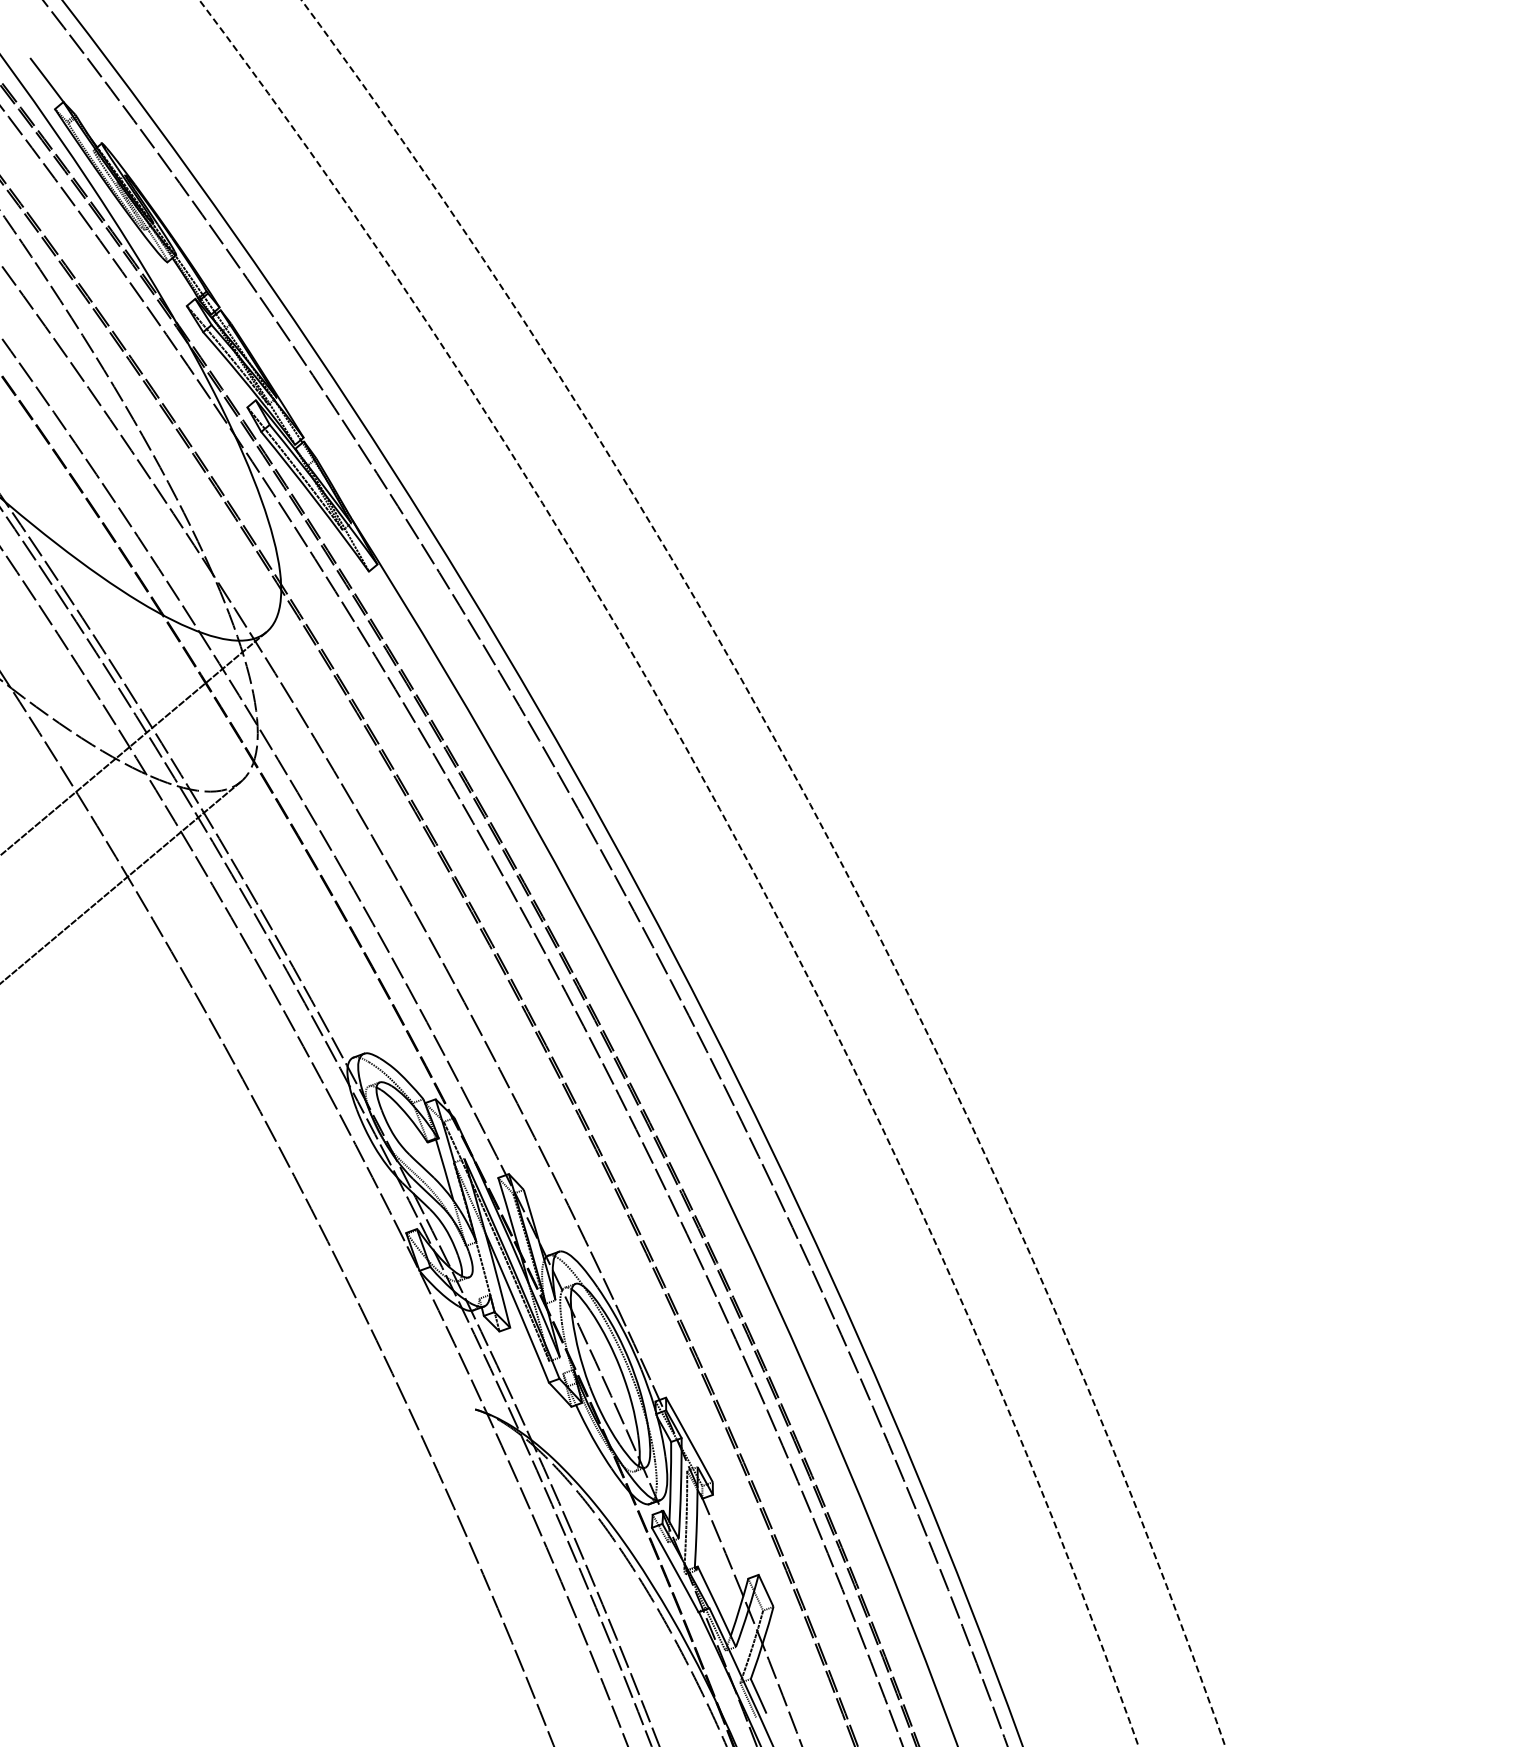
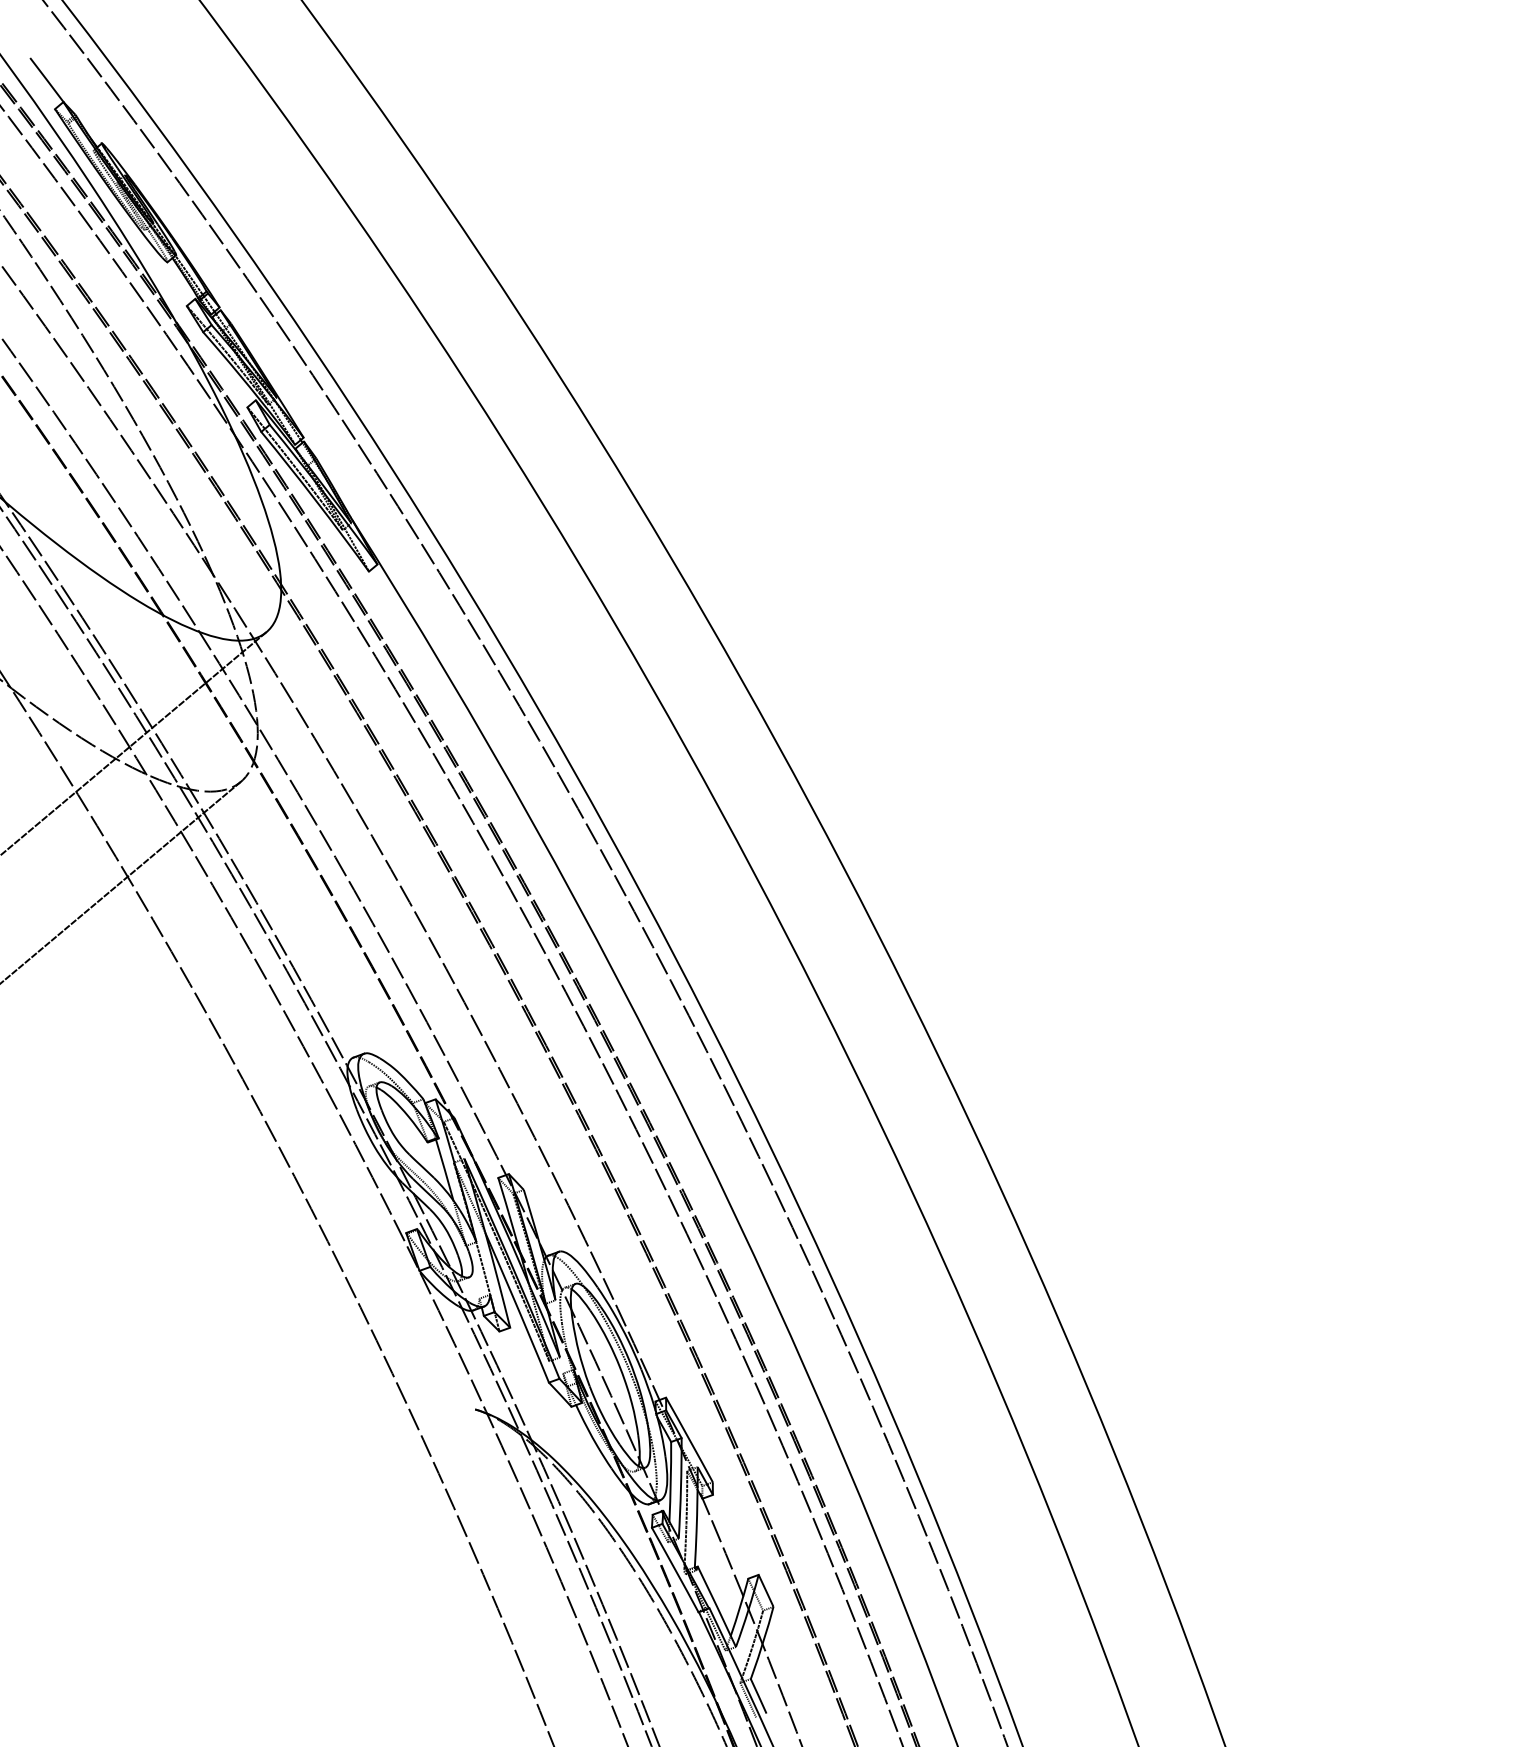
arc at (735, 838): dashed -> solid
arc at (828, 839): dashed -> solid
